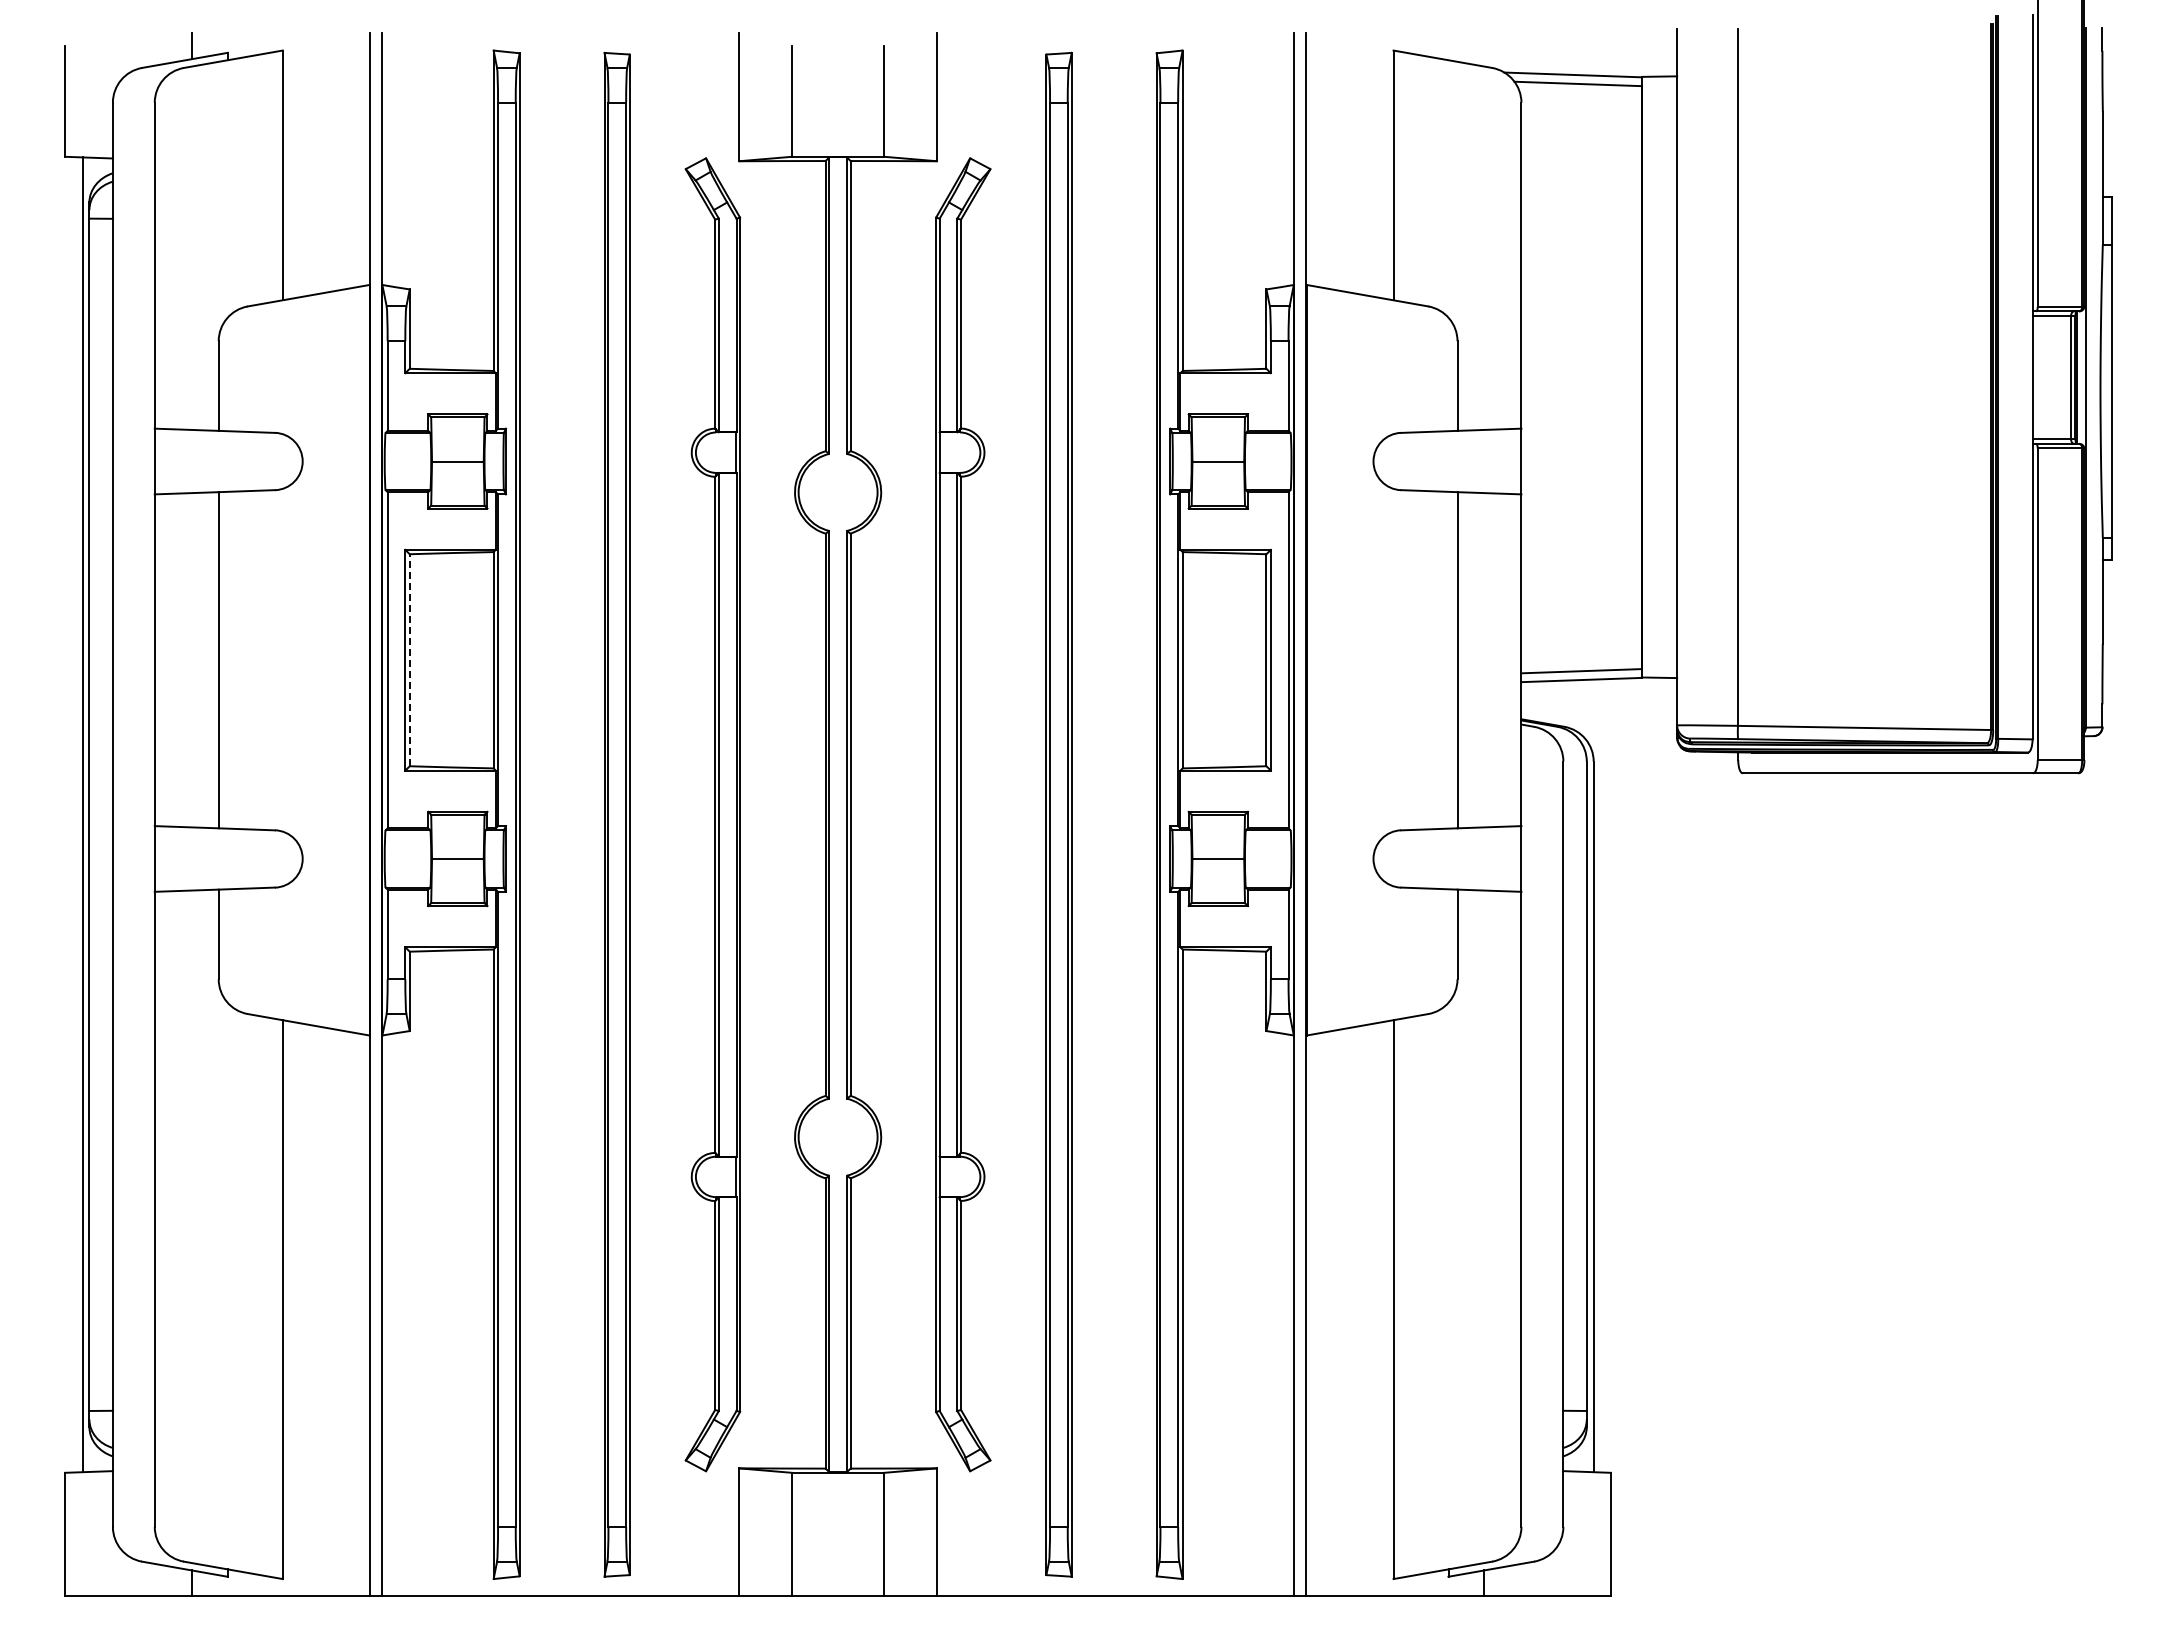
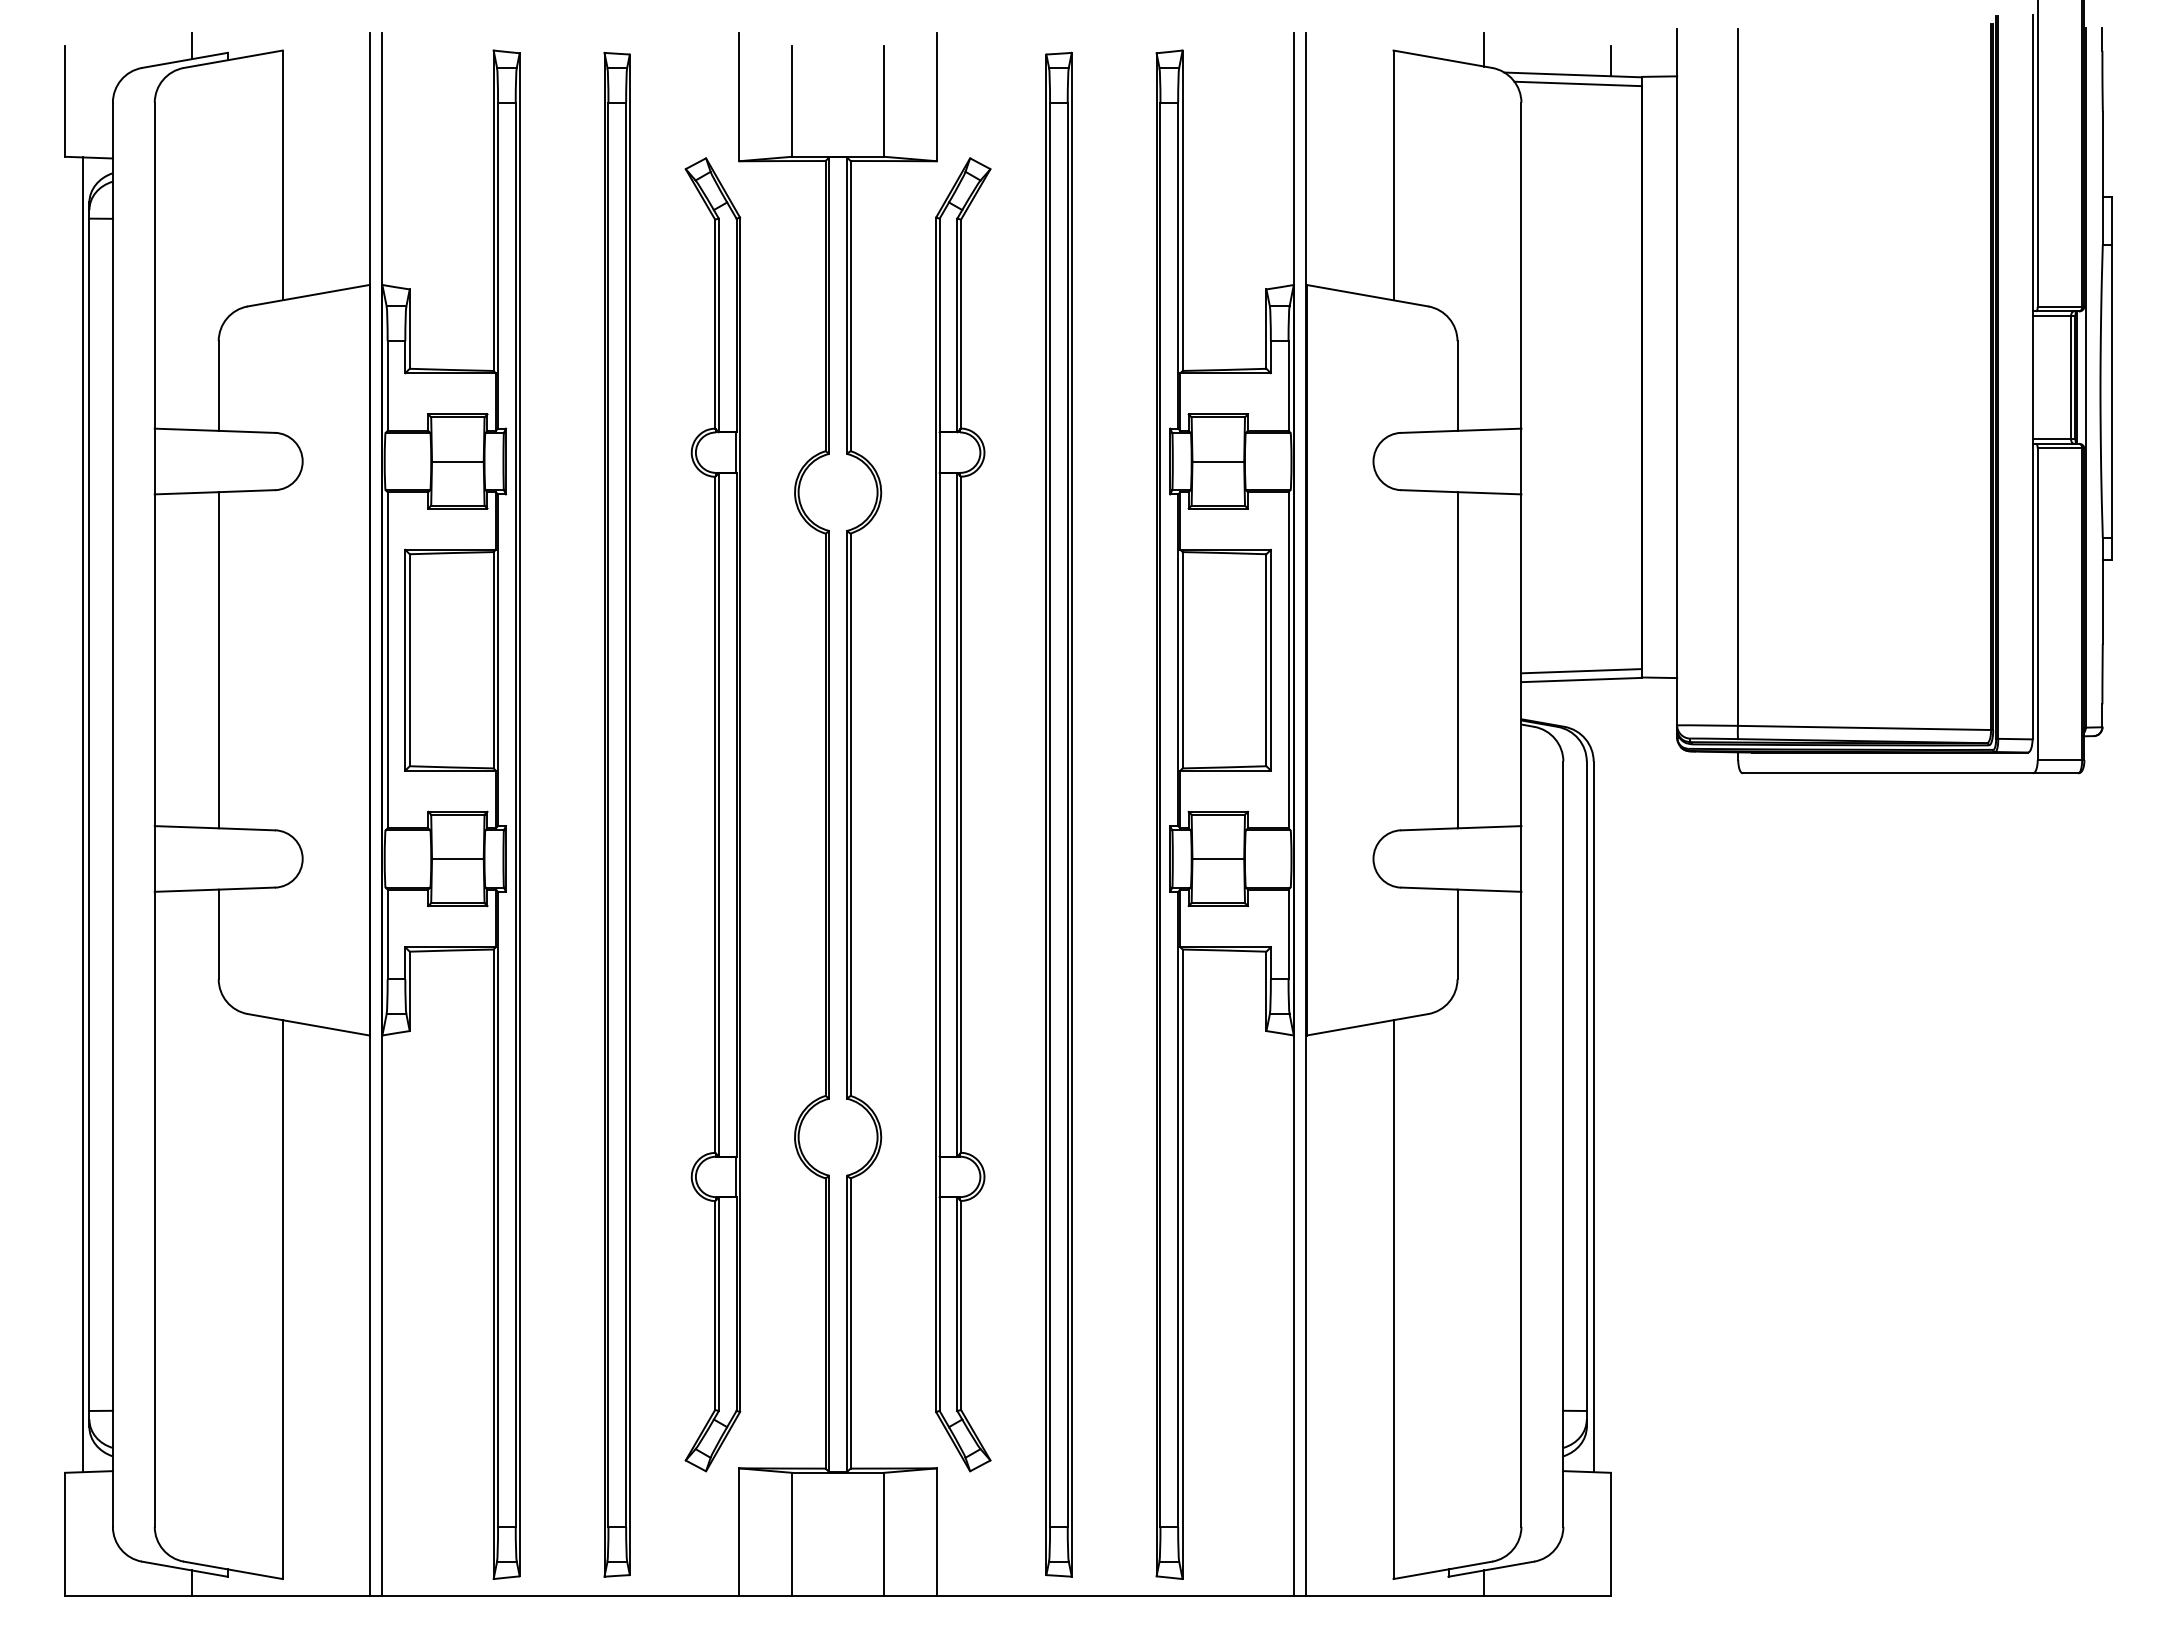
line at (1484, 49): none -> present
line at (1610, 61): none -> present
line at (409, 660): dashed -> solid
